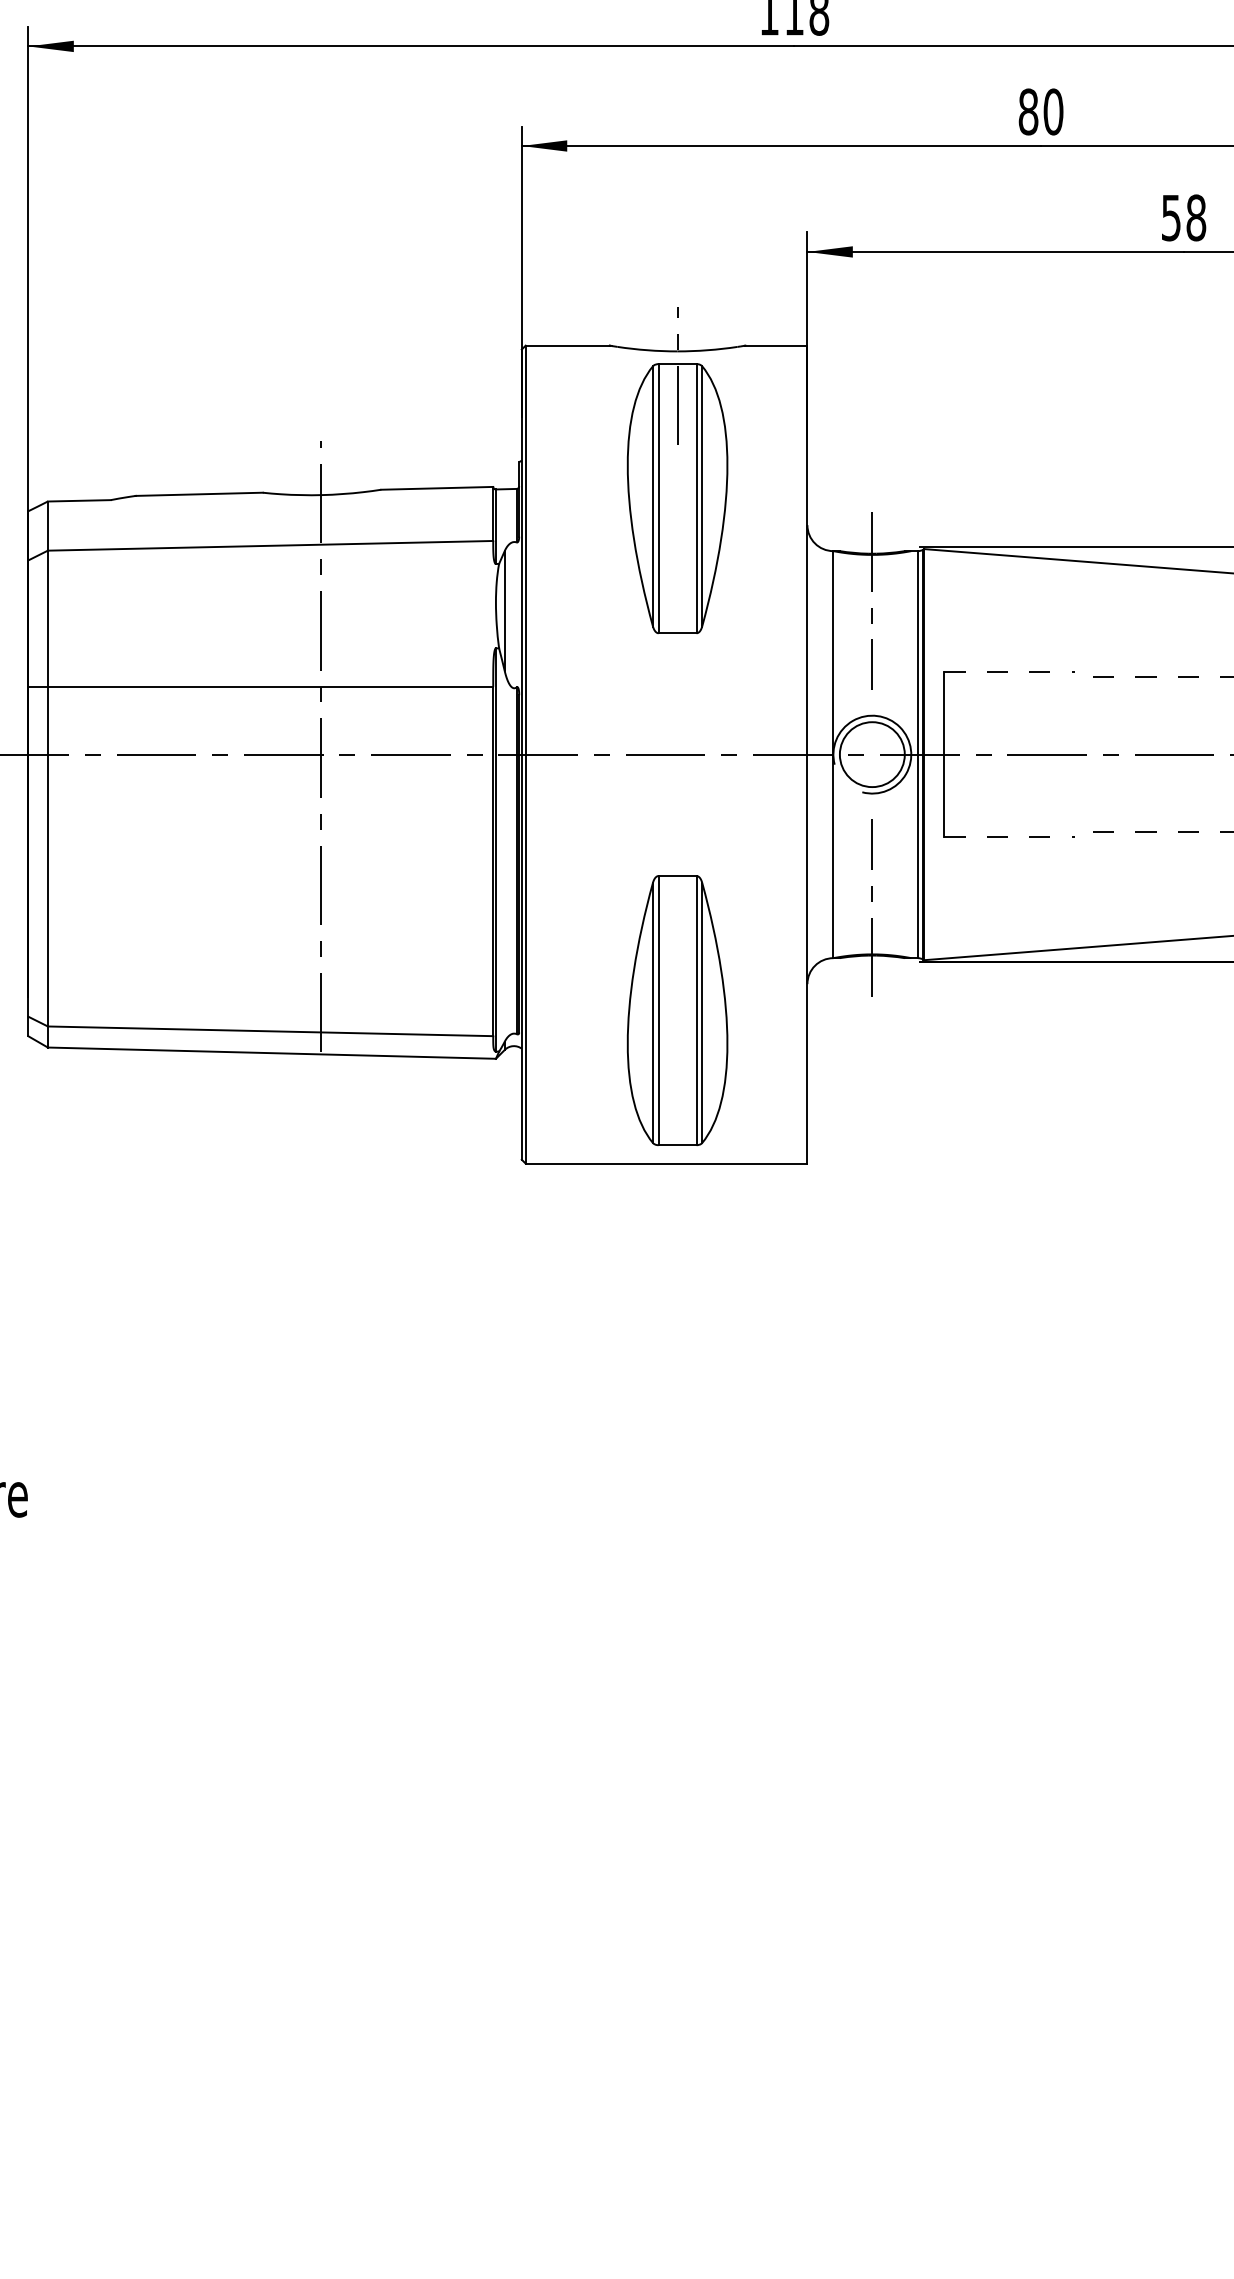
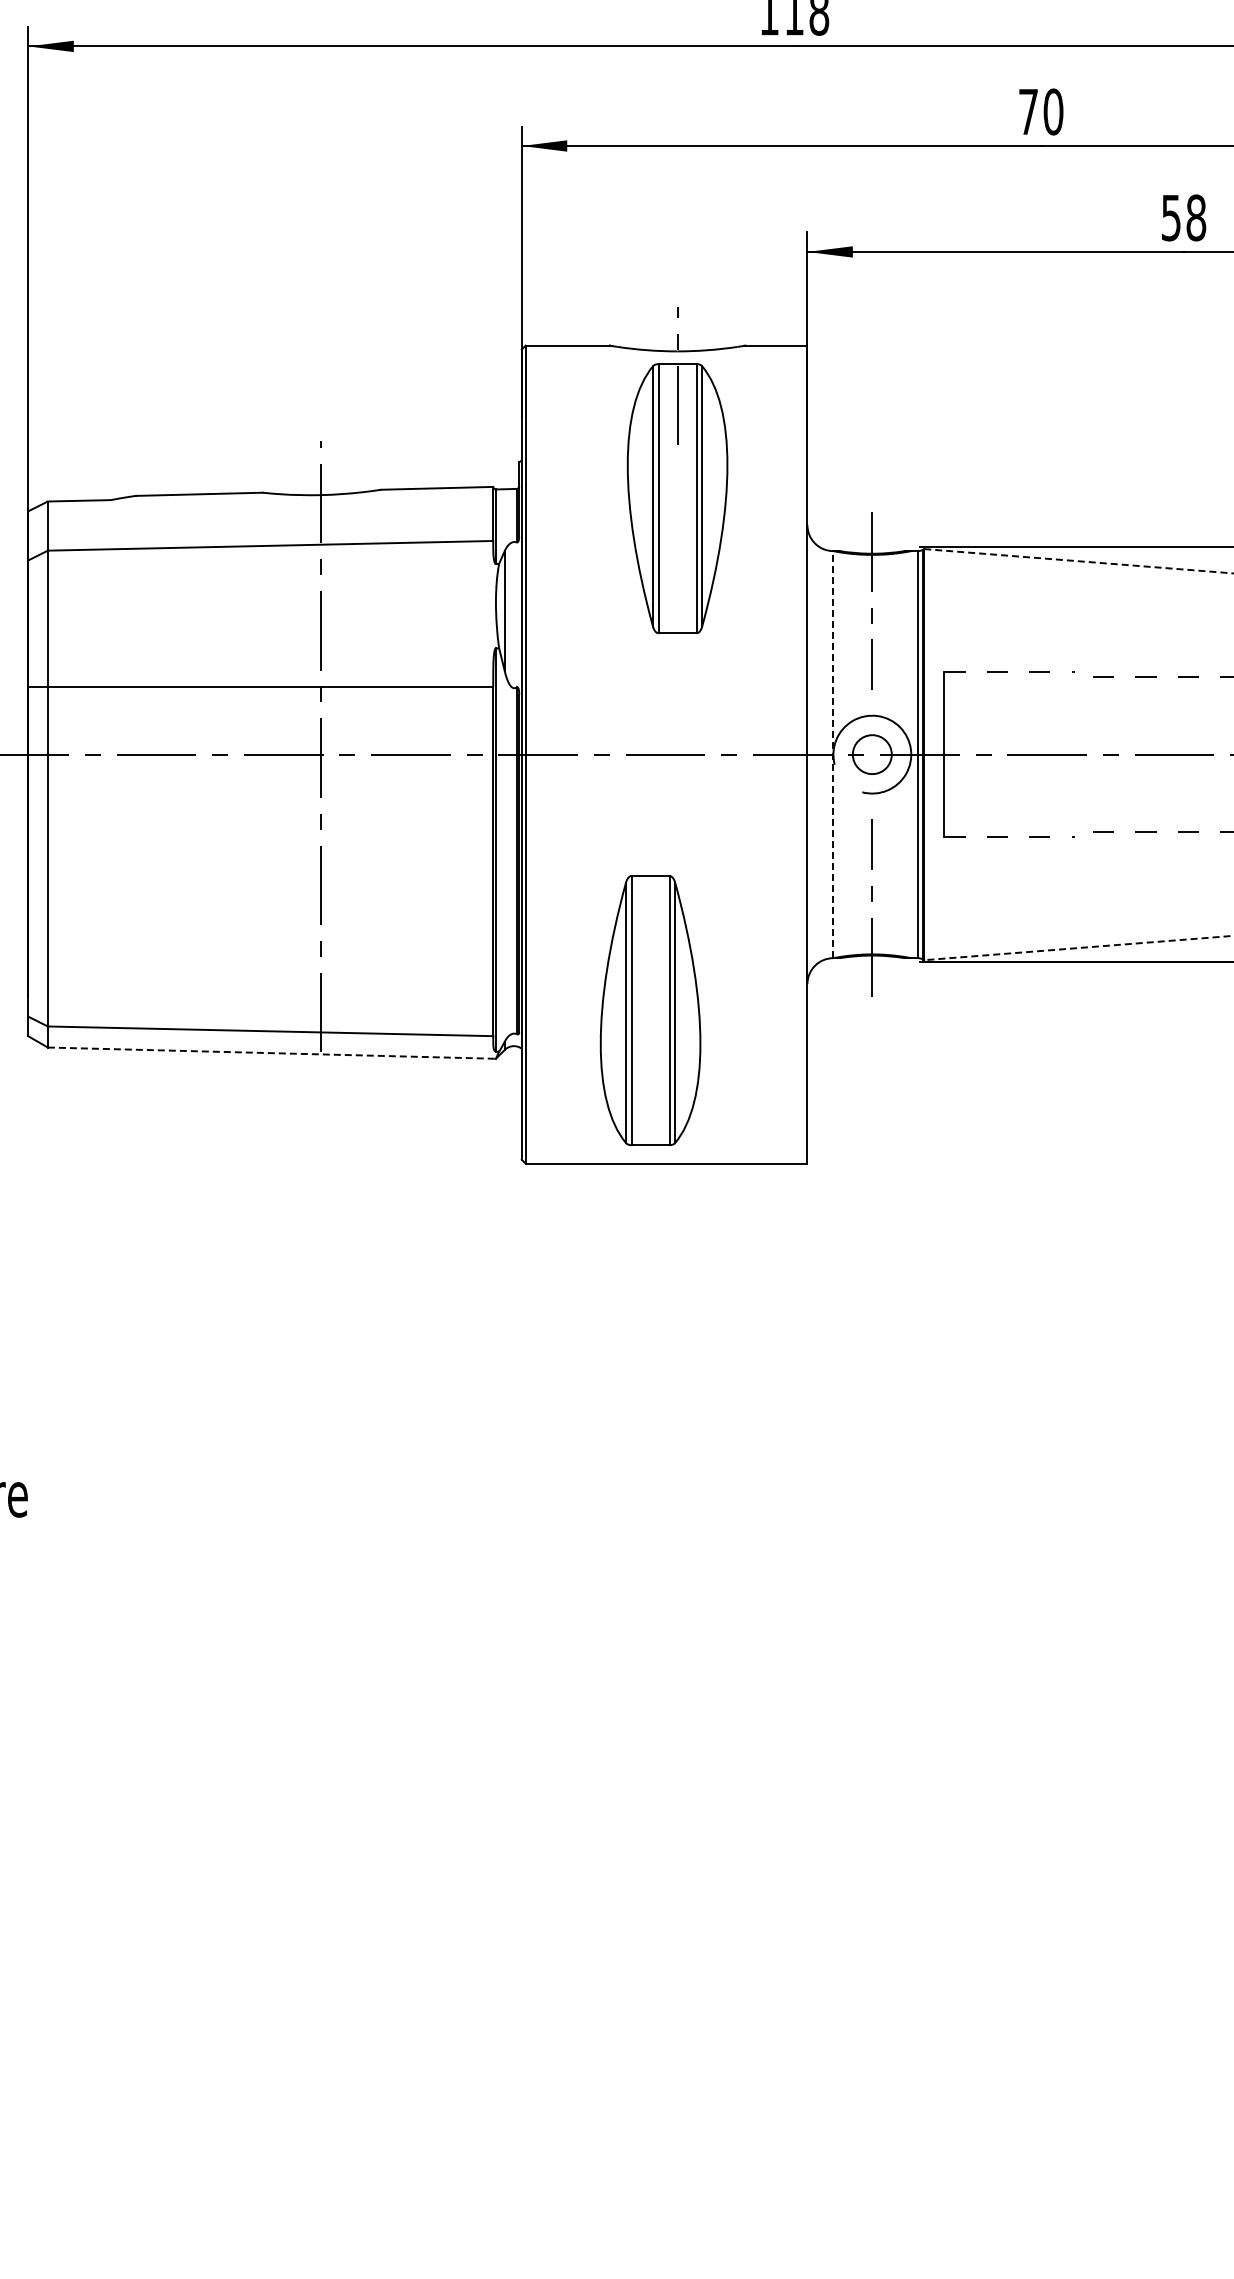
text at (1028, 111): 80 -> 70
line at (1079, 561): solid -> dashed
line at (833, 754): solid -> dashed
circle at (871, 754) diameter: 65 px -> 39 px
line at (1078, 948): solid -> dashed
part at (677, 1010) position: (677, 1010) -> (650, 1010)
line at (272, 1053): solid -> dashed
